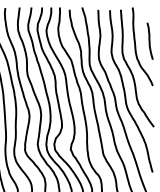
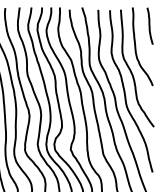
curve at (149, 40) position: (149, 40) -> (149, 25)
